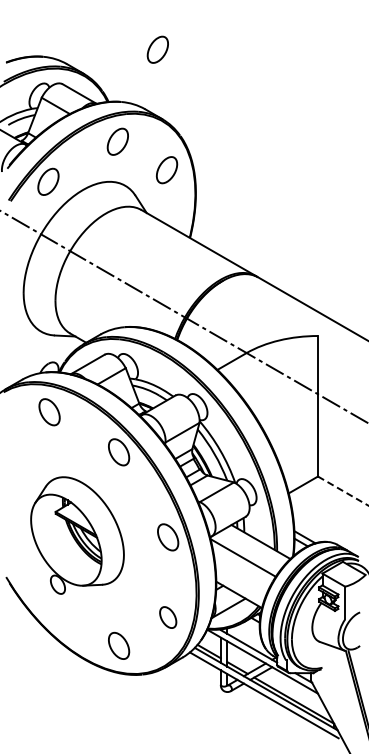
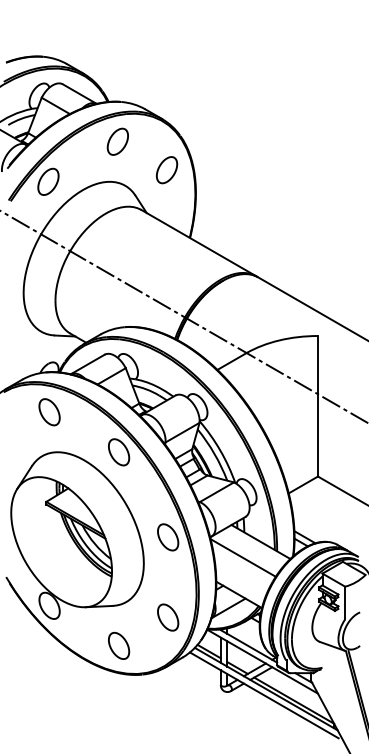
part at (157, 49): present -> none
line at (343, 491): dashed -> solid
part at (77, 535) size: 95x119 px -> 135x169 px
part at (168, 617) size: 19x23 px -> 23x29 px
